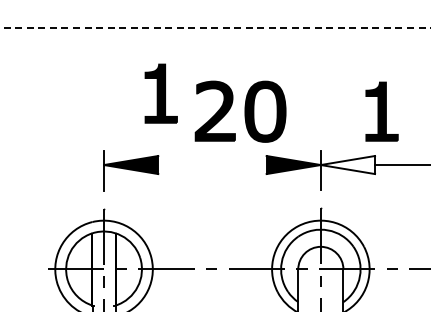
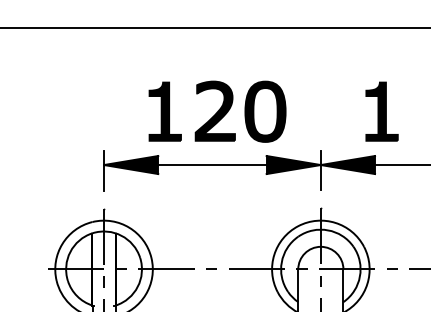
line at (215, 28): dashed -> solid
part at (160, 93) position: (160, 93) -> (164, 111)
line at (212, 165): none -> present
fill at (347, 165): none -> present
